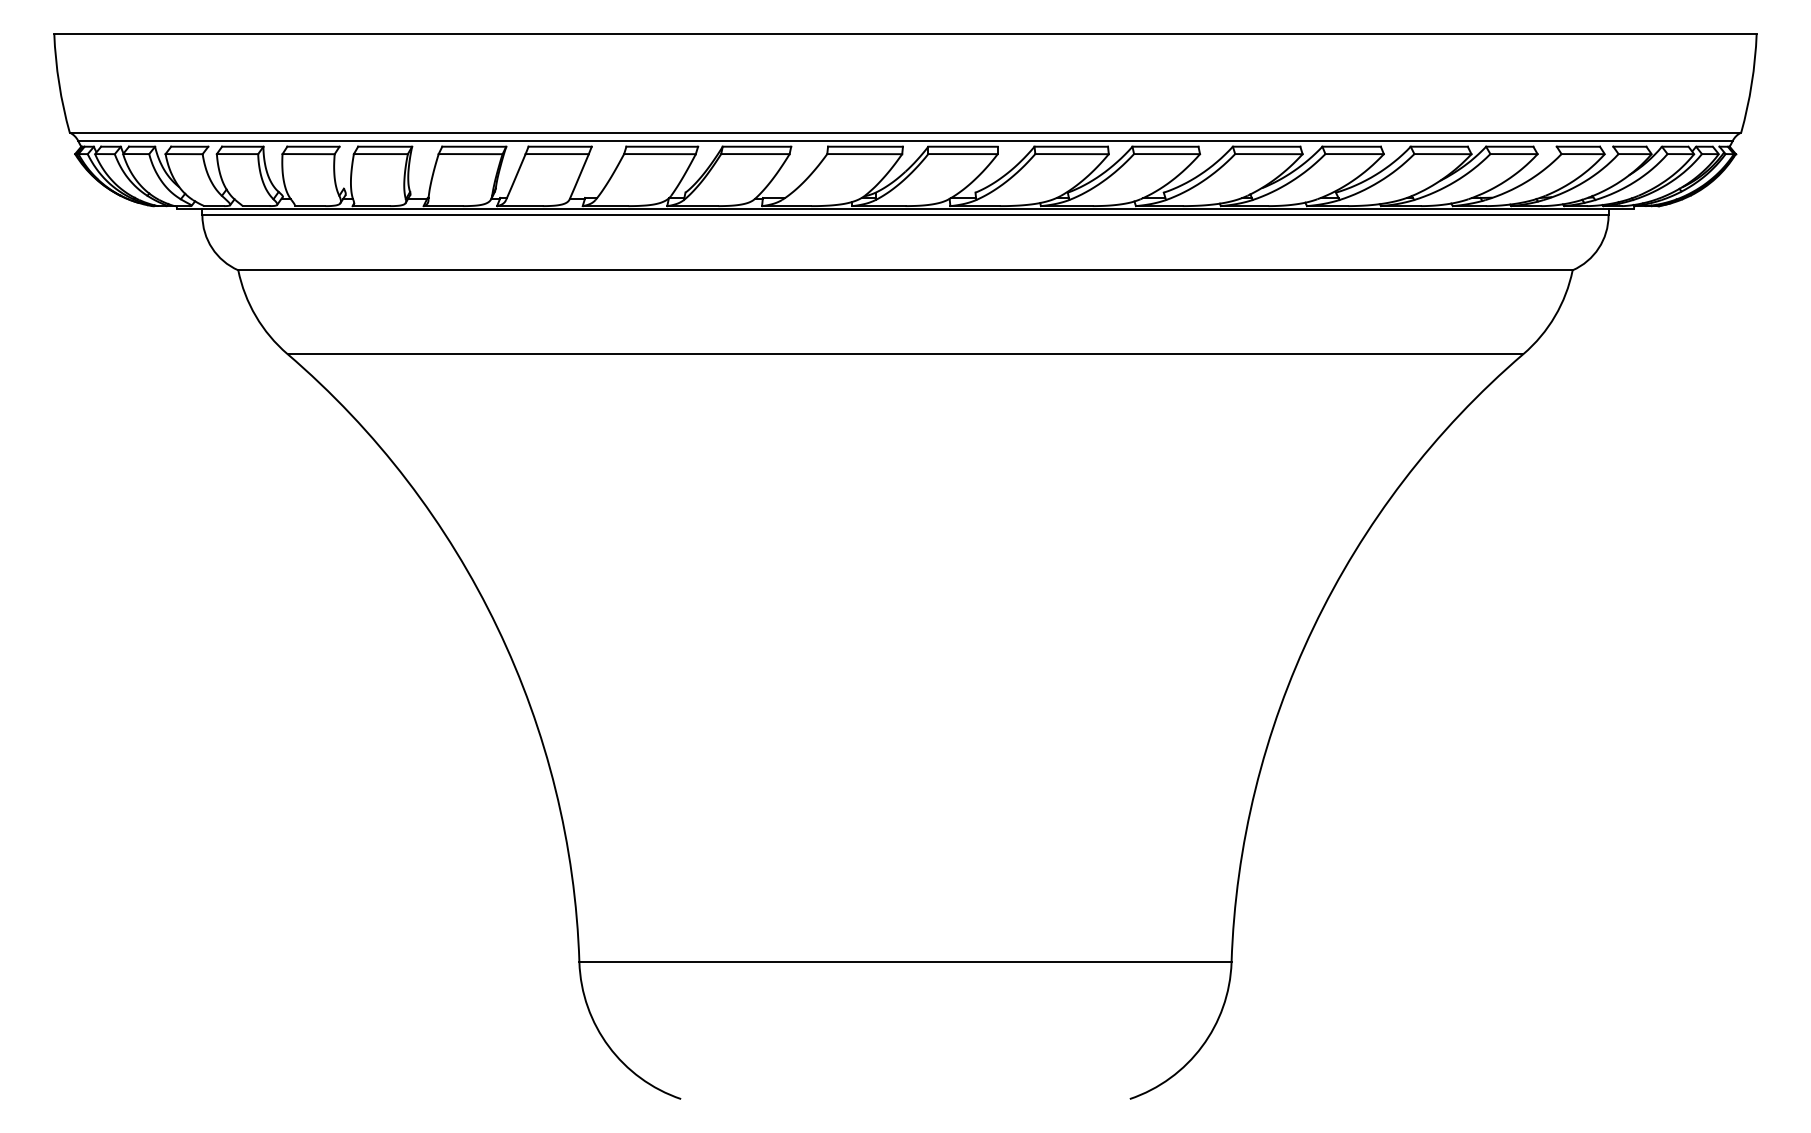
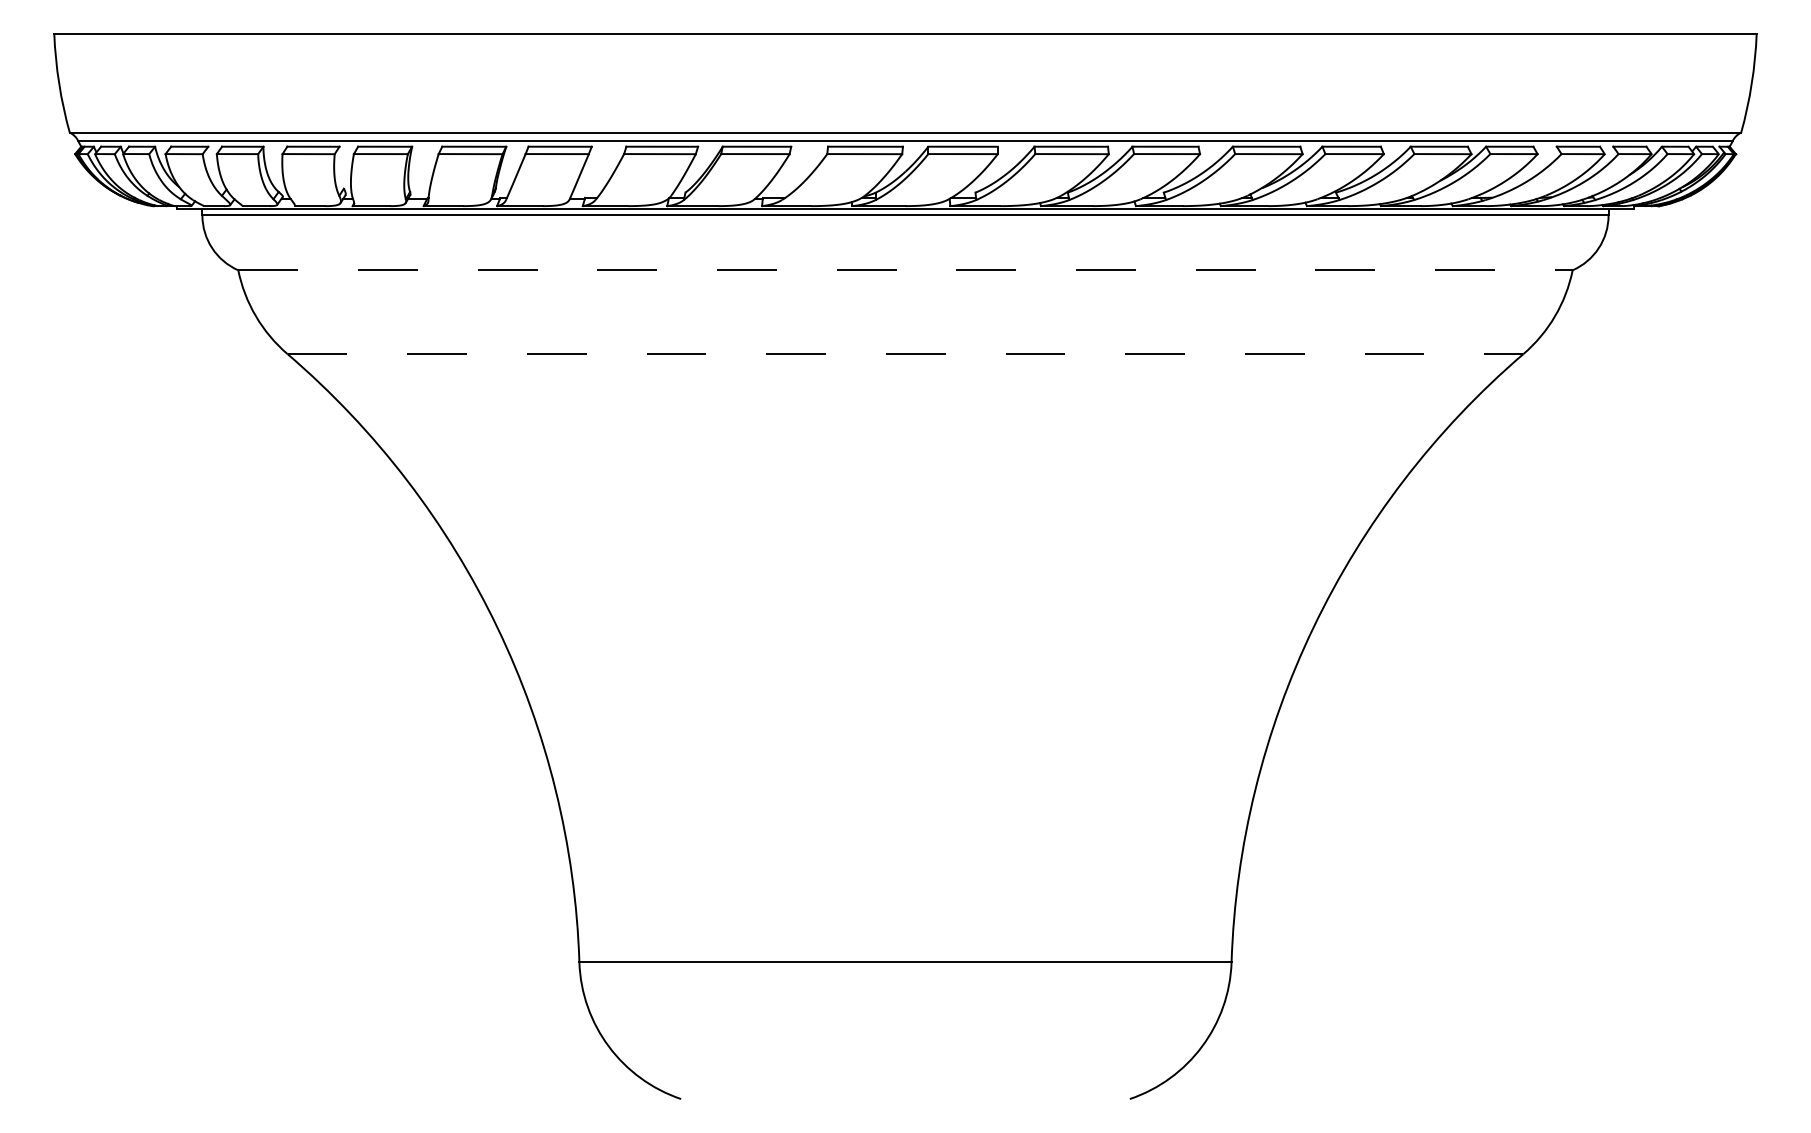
line at (905, 270): solid -> dashed
line at (905, 354): solid -> dashed
